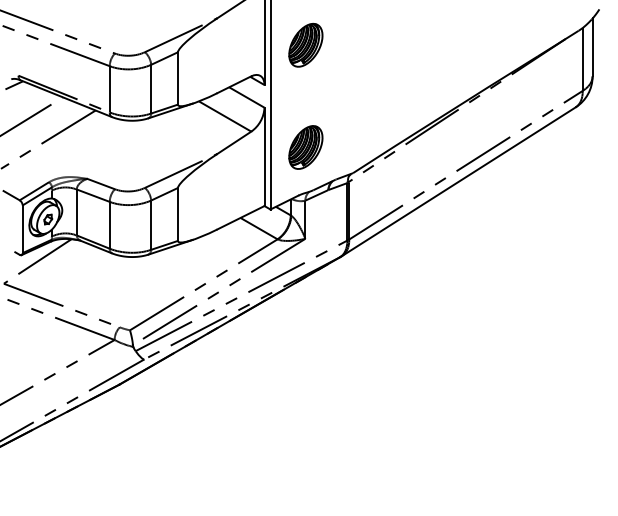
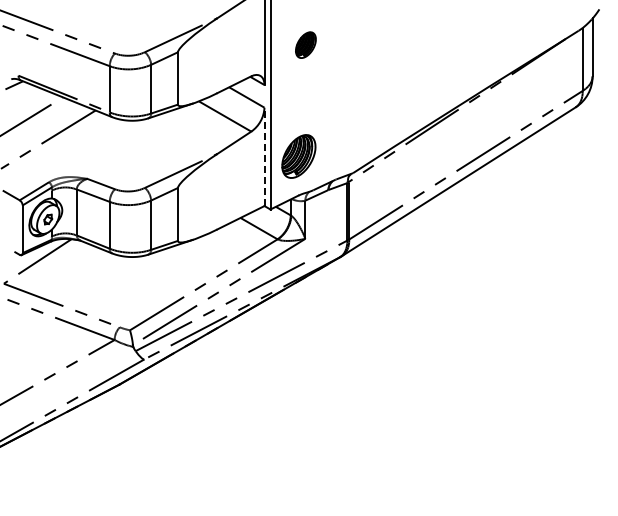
part at (305, 44) size: 36x46 px -> 22x28 px
part at (305, 147) position: (305, 147) -> (298, 156)
line at (264, 156): solid -> dashed
